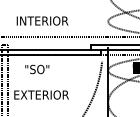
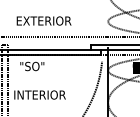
text at (44, 20): INTERIOR -> EXTERIOR
text at (37, 69) position: (37, 69) -> (32, 66)
text at (41, 94): EXTERIOR -> INTERIOR
